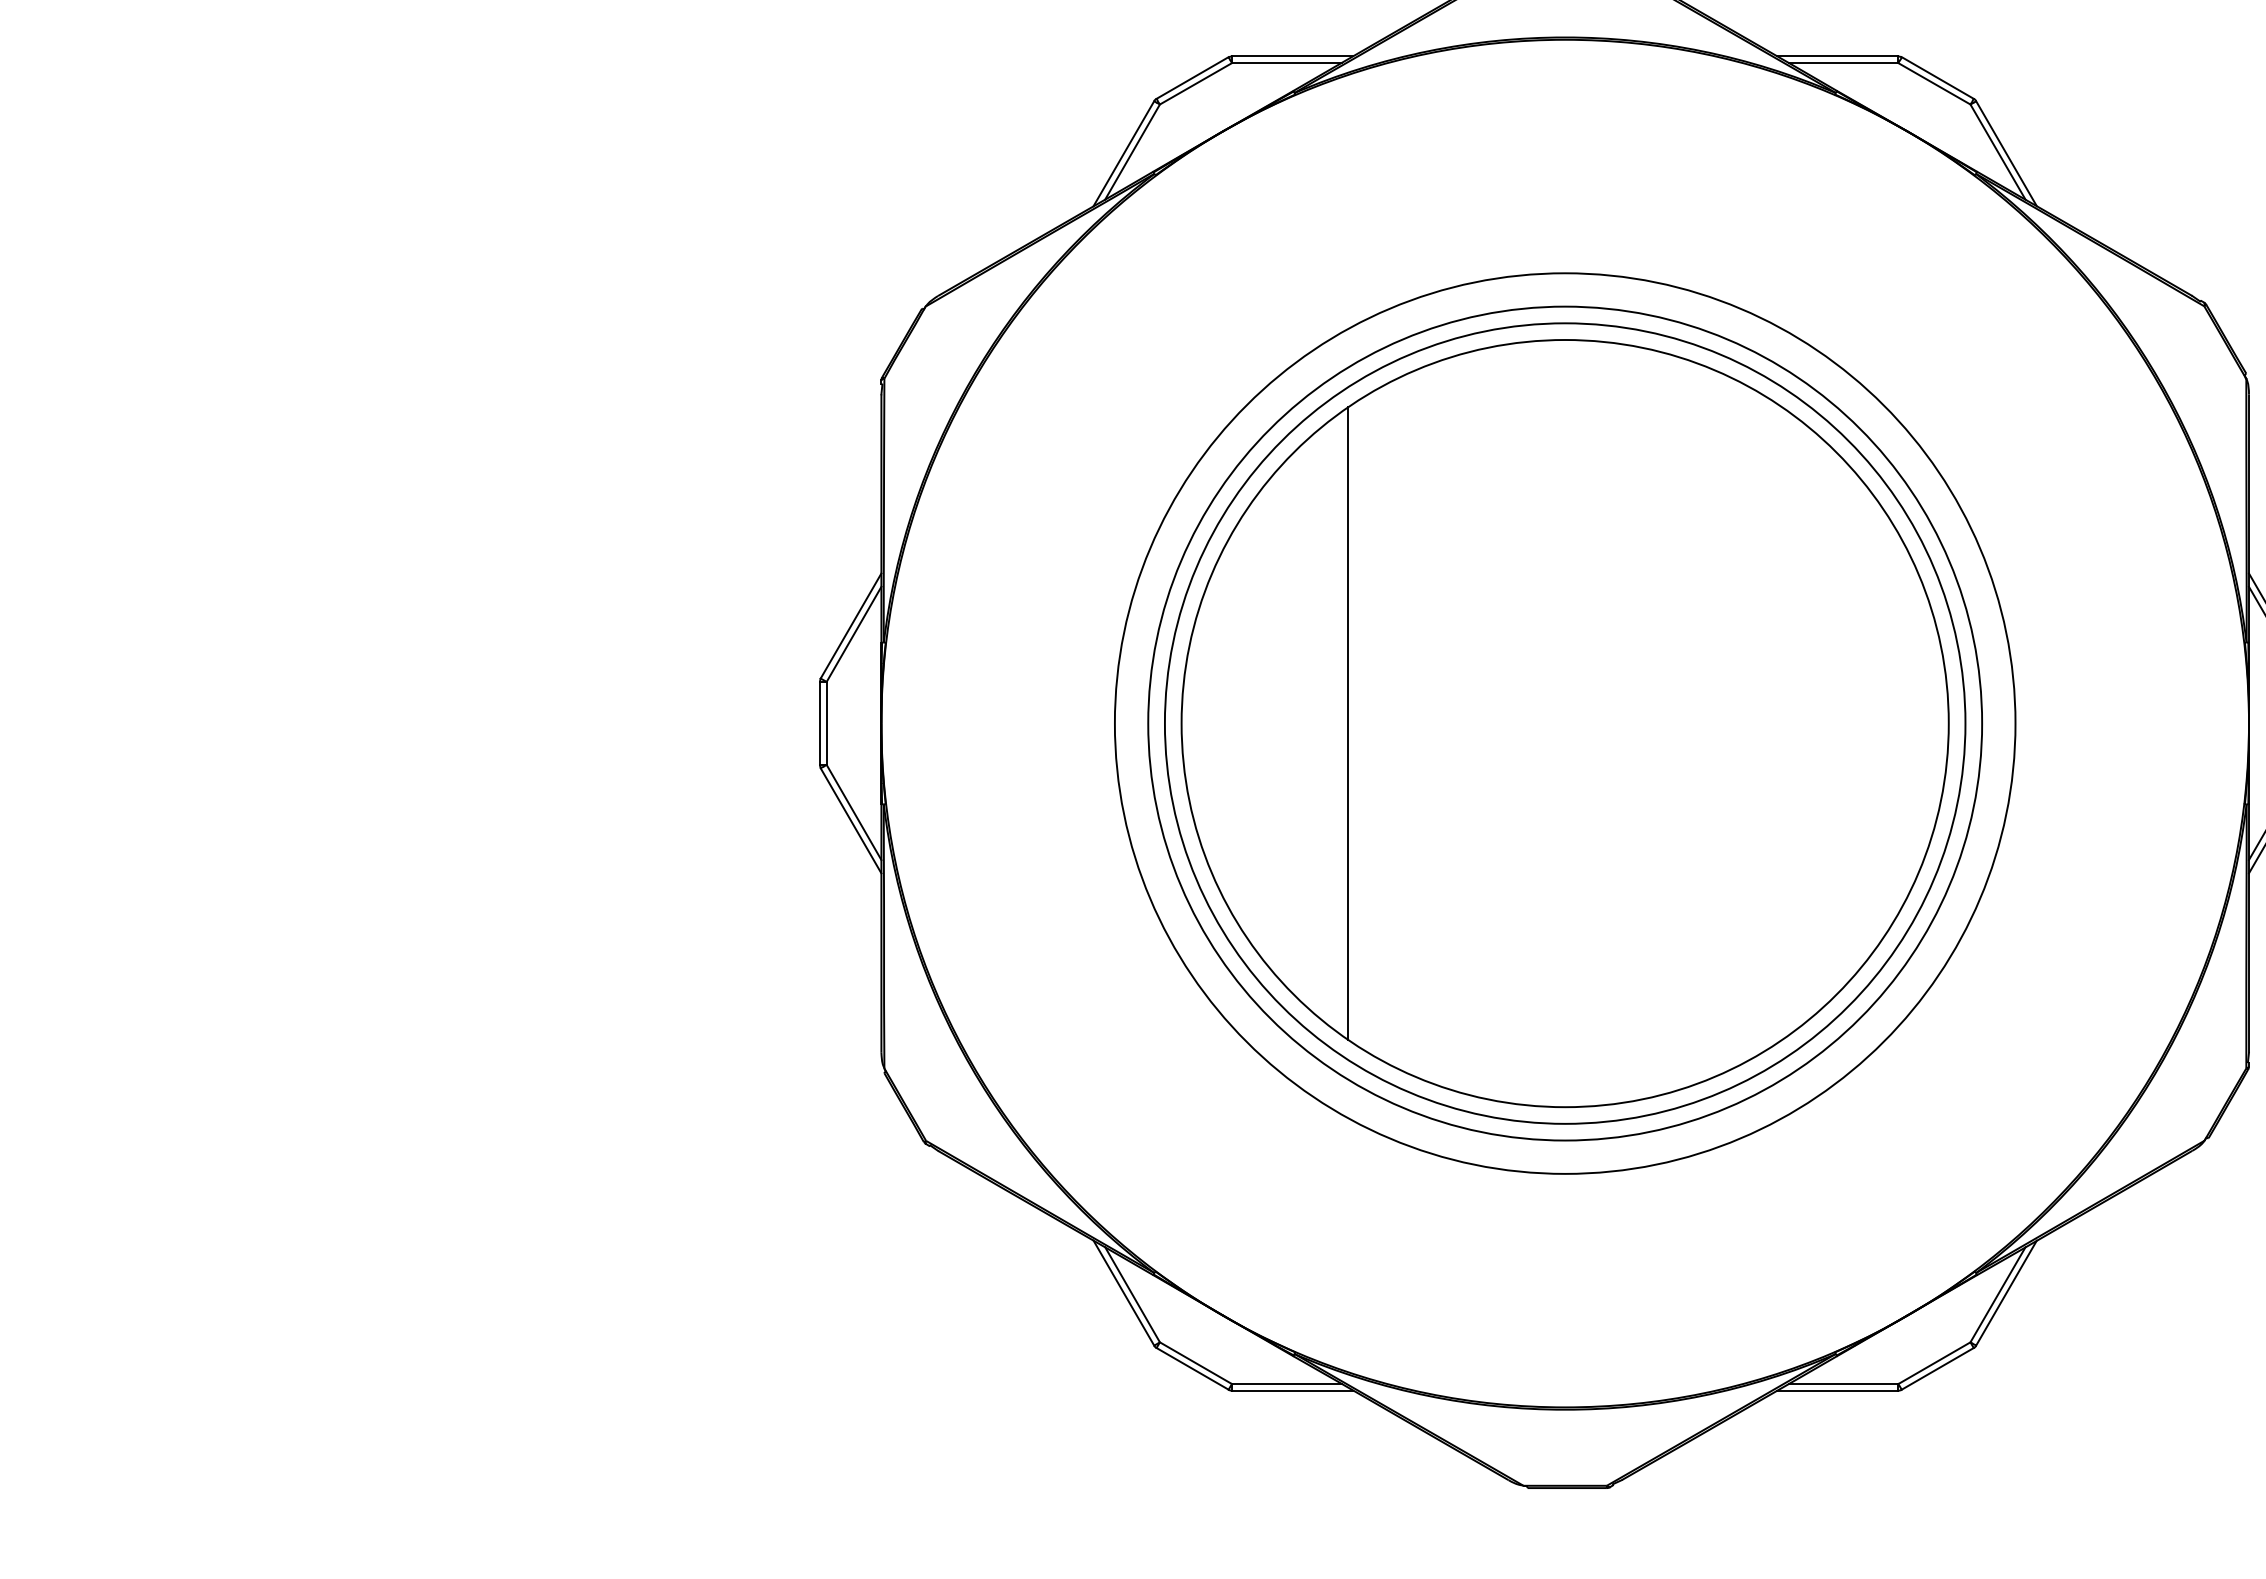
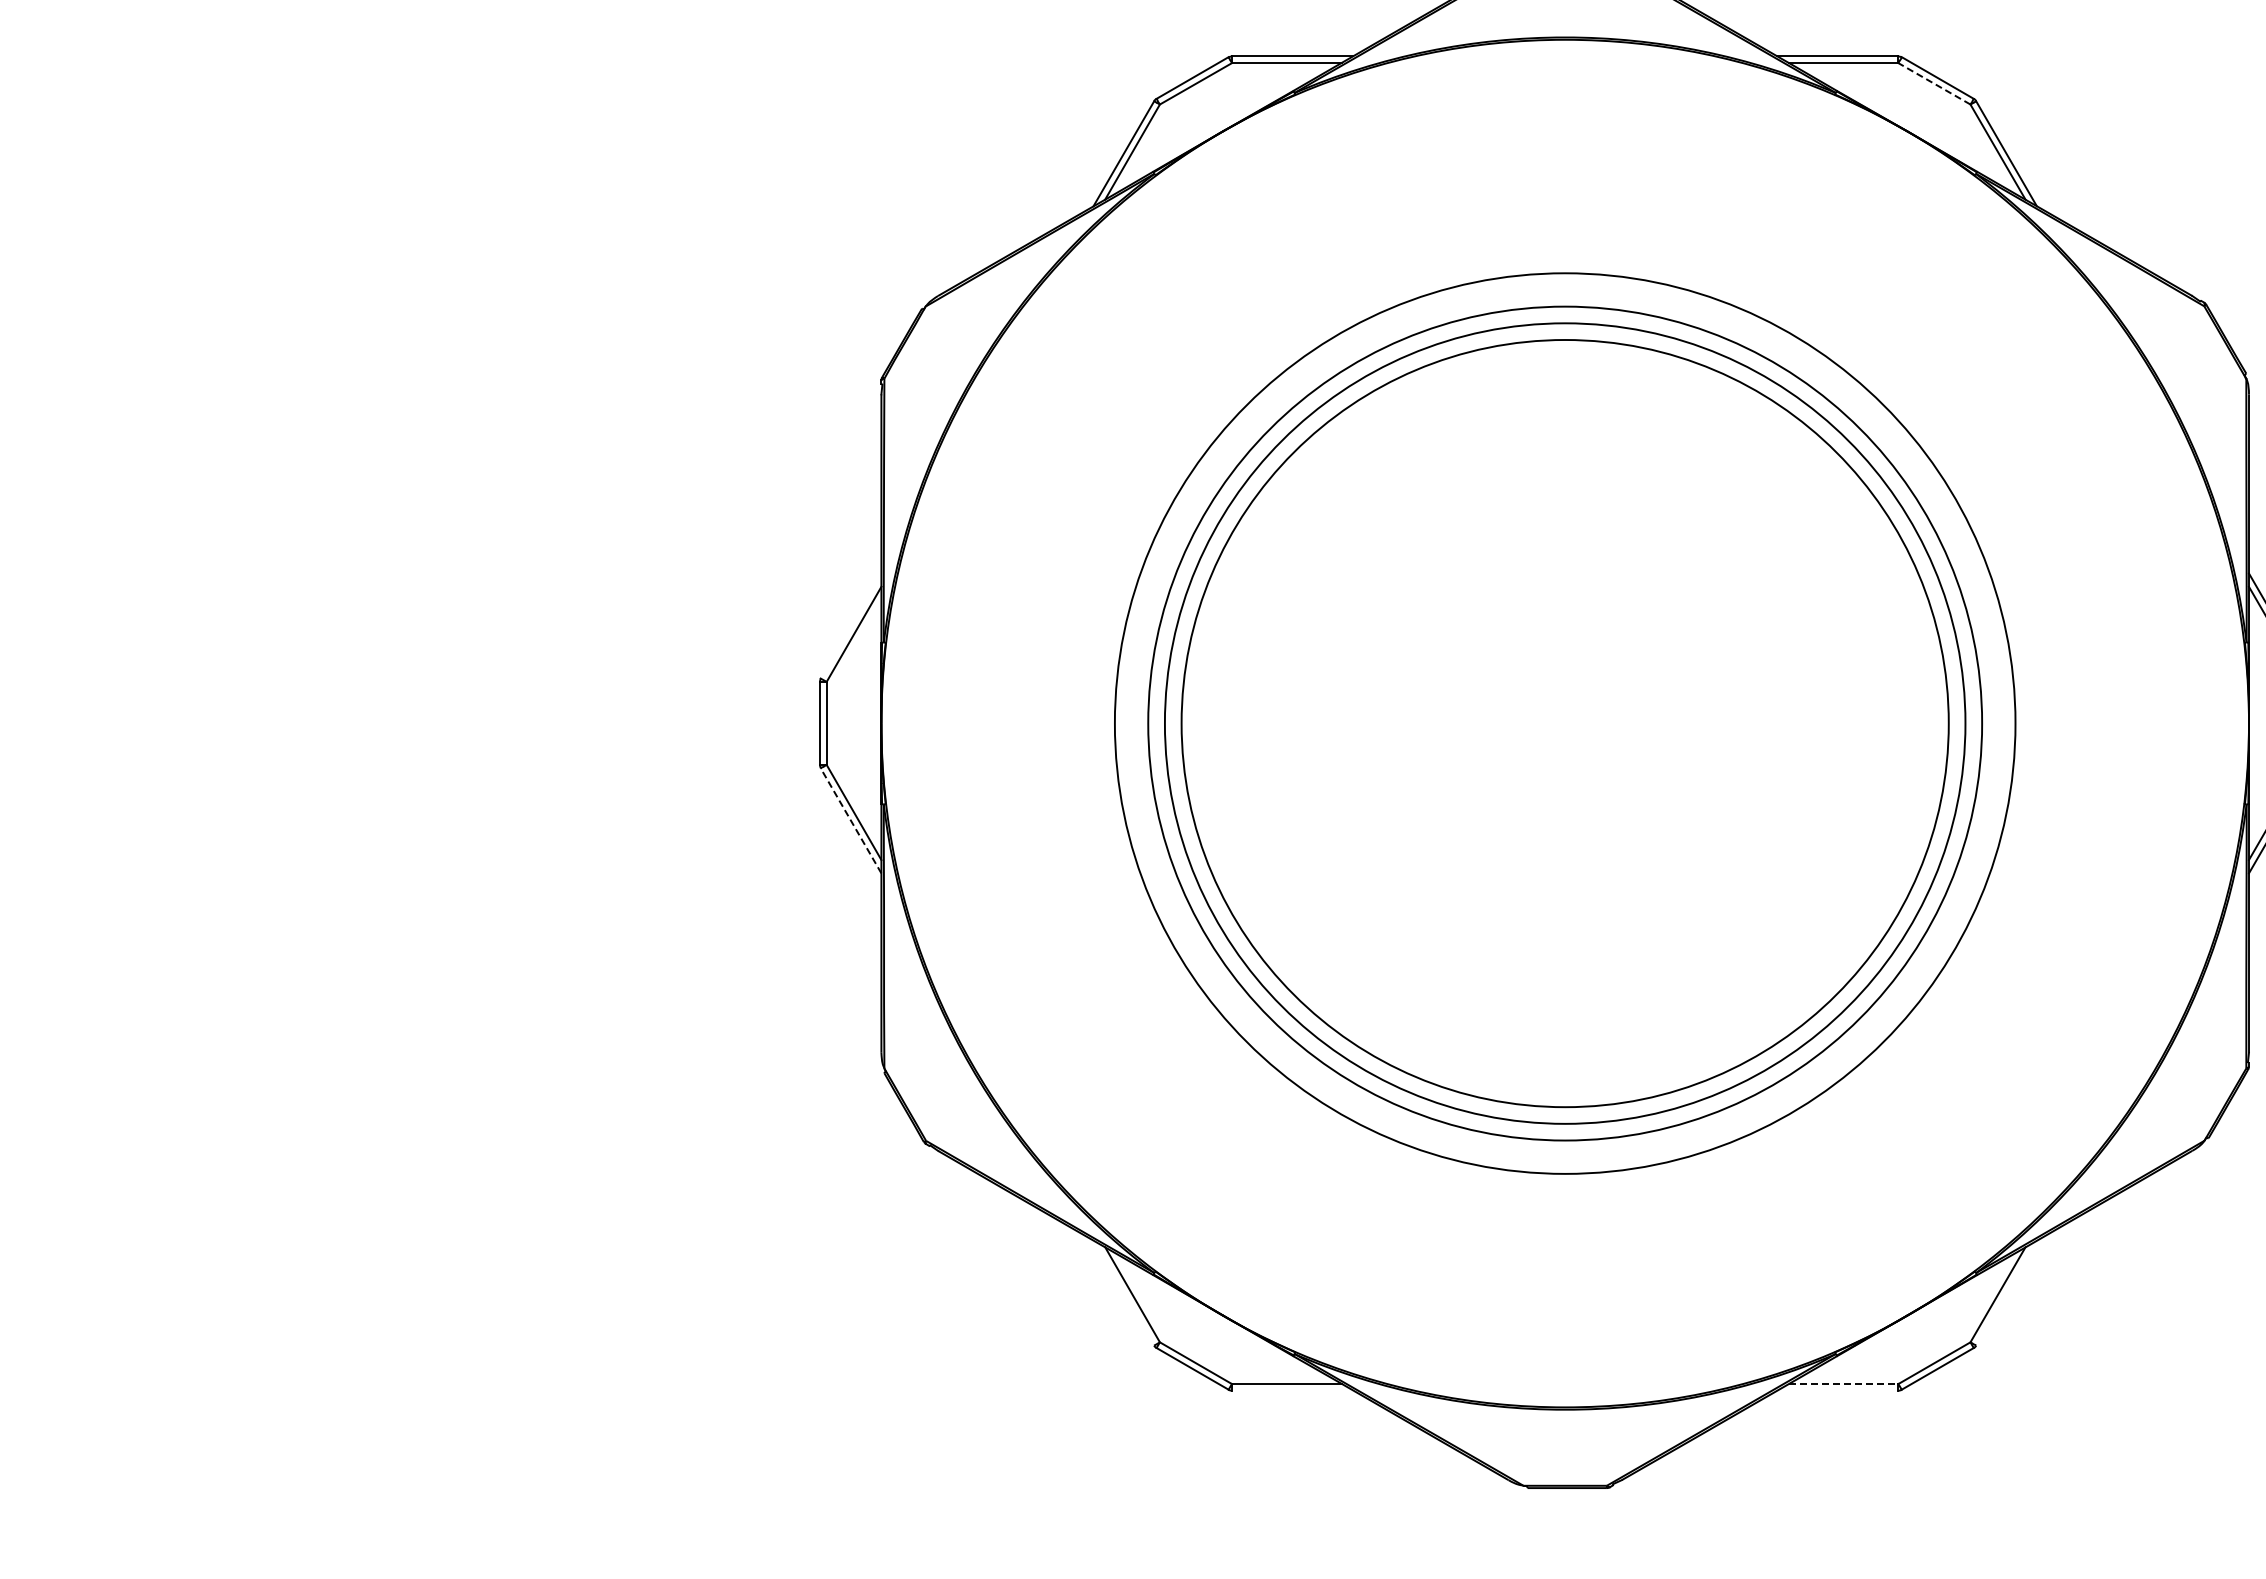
line at (1934, 83): solid -> dashed
line at (850, 625): present -> none
line at (1348, 723): present -> none
line at (851, 820): solid -> dashed
line at (1123, 1292): present -> none
line at (2006, 1292): present -> none
line at (1843, 1384): solid -> dashed
line at (1292, 1390): present -> none
line at (1837, 1390): present -> none
